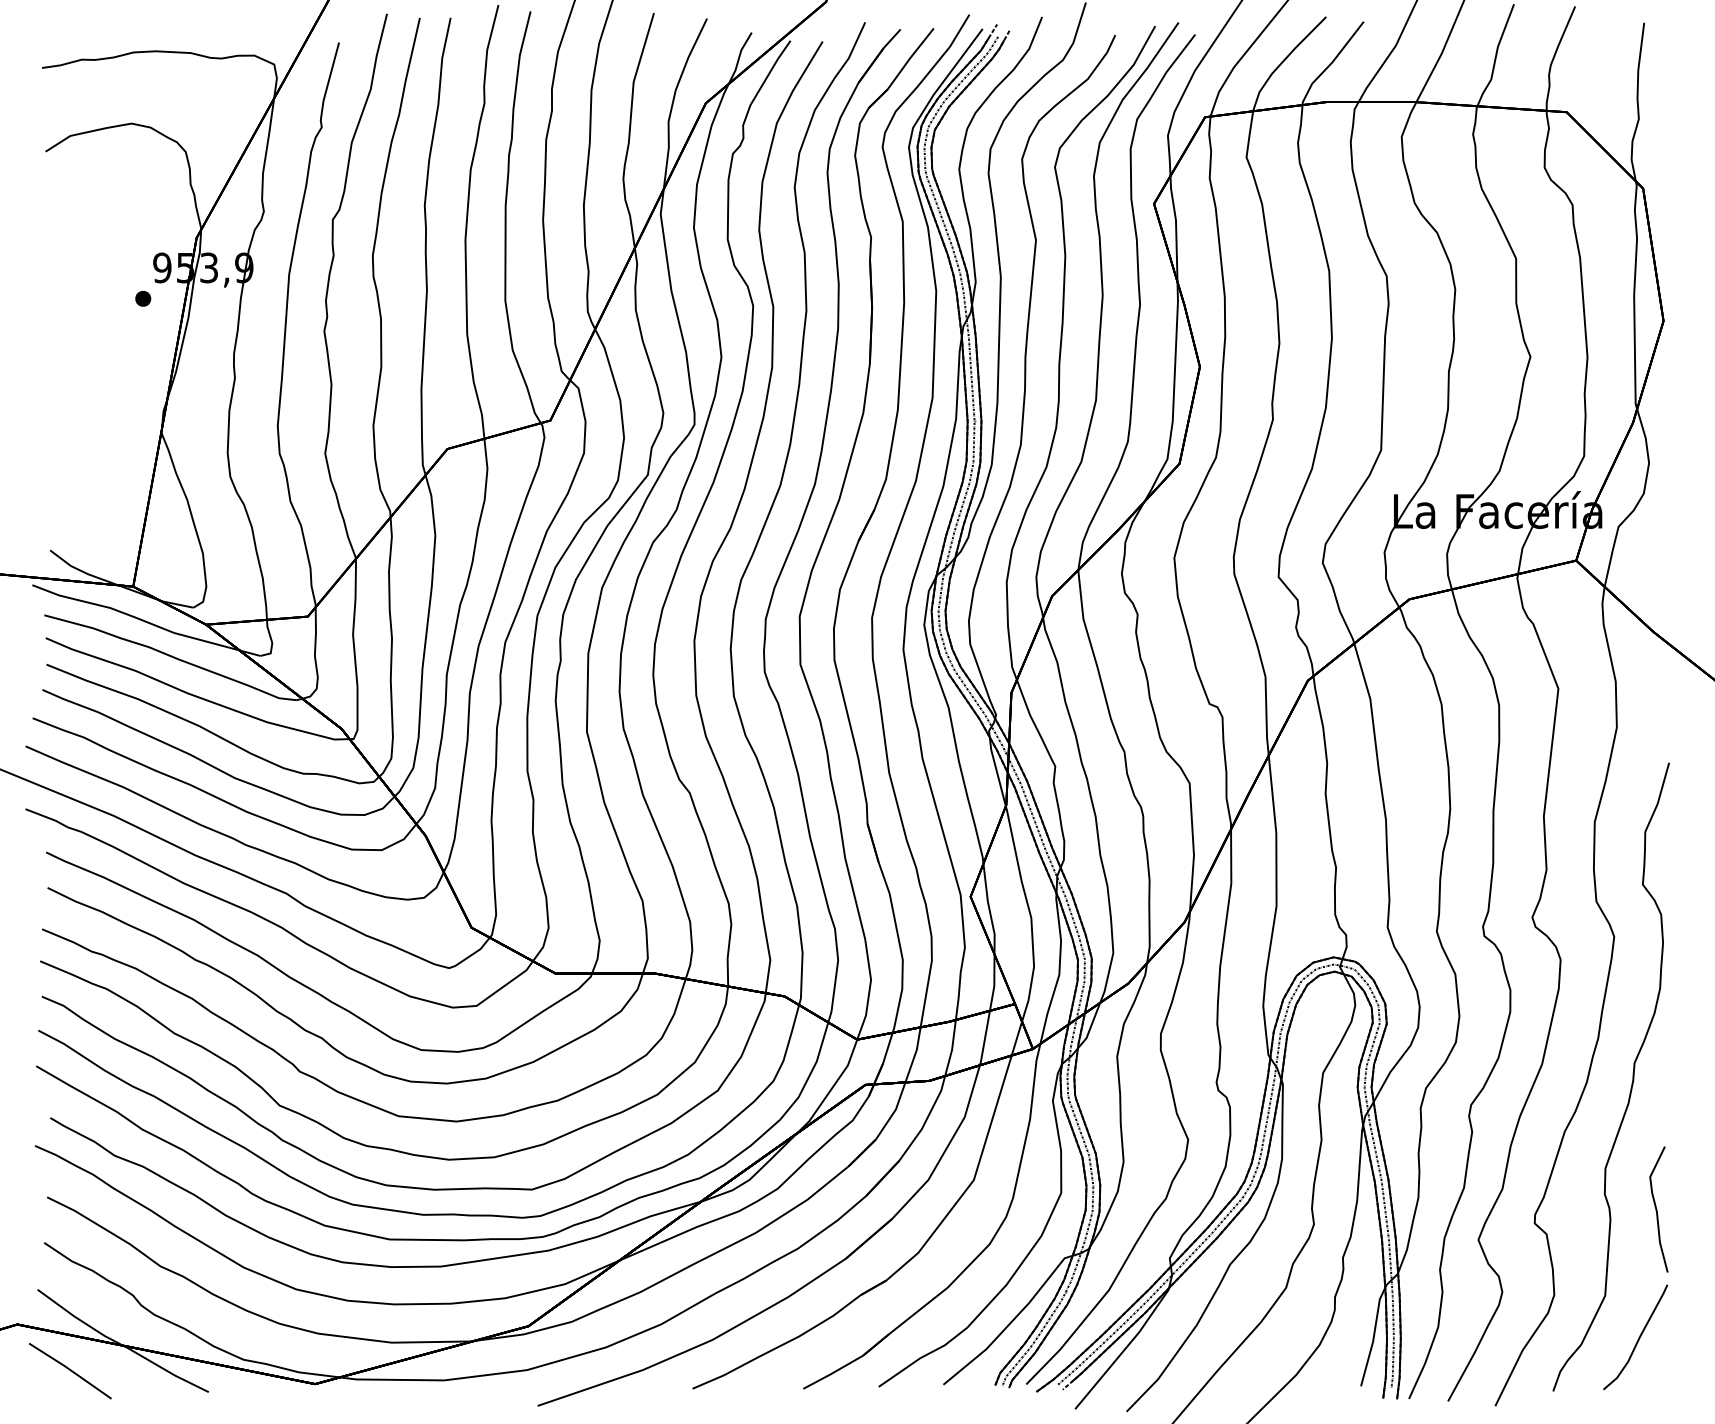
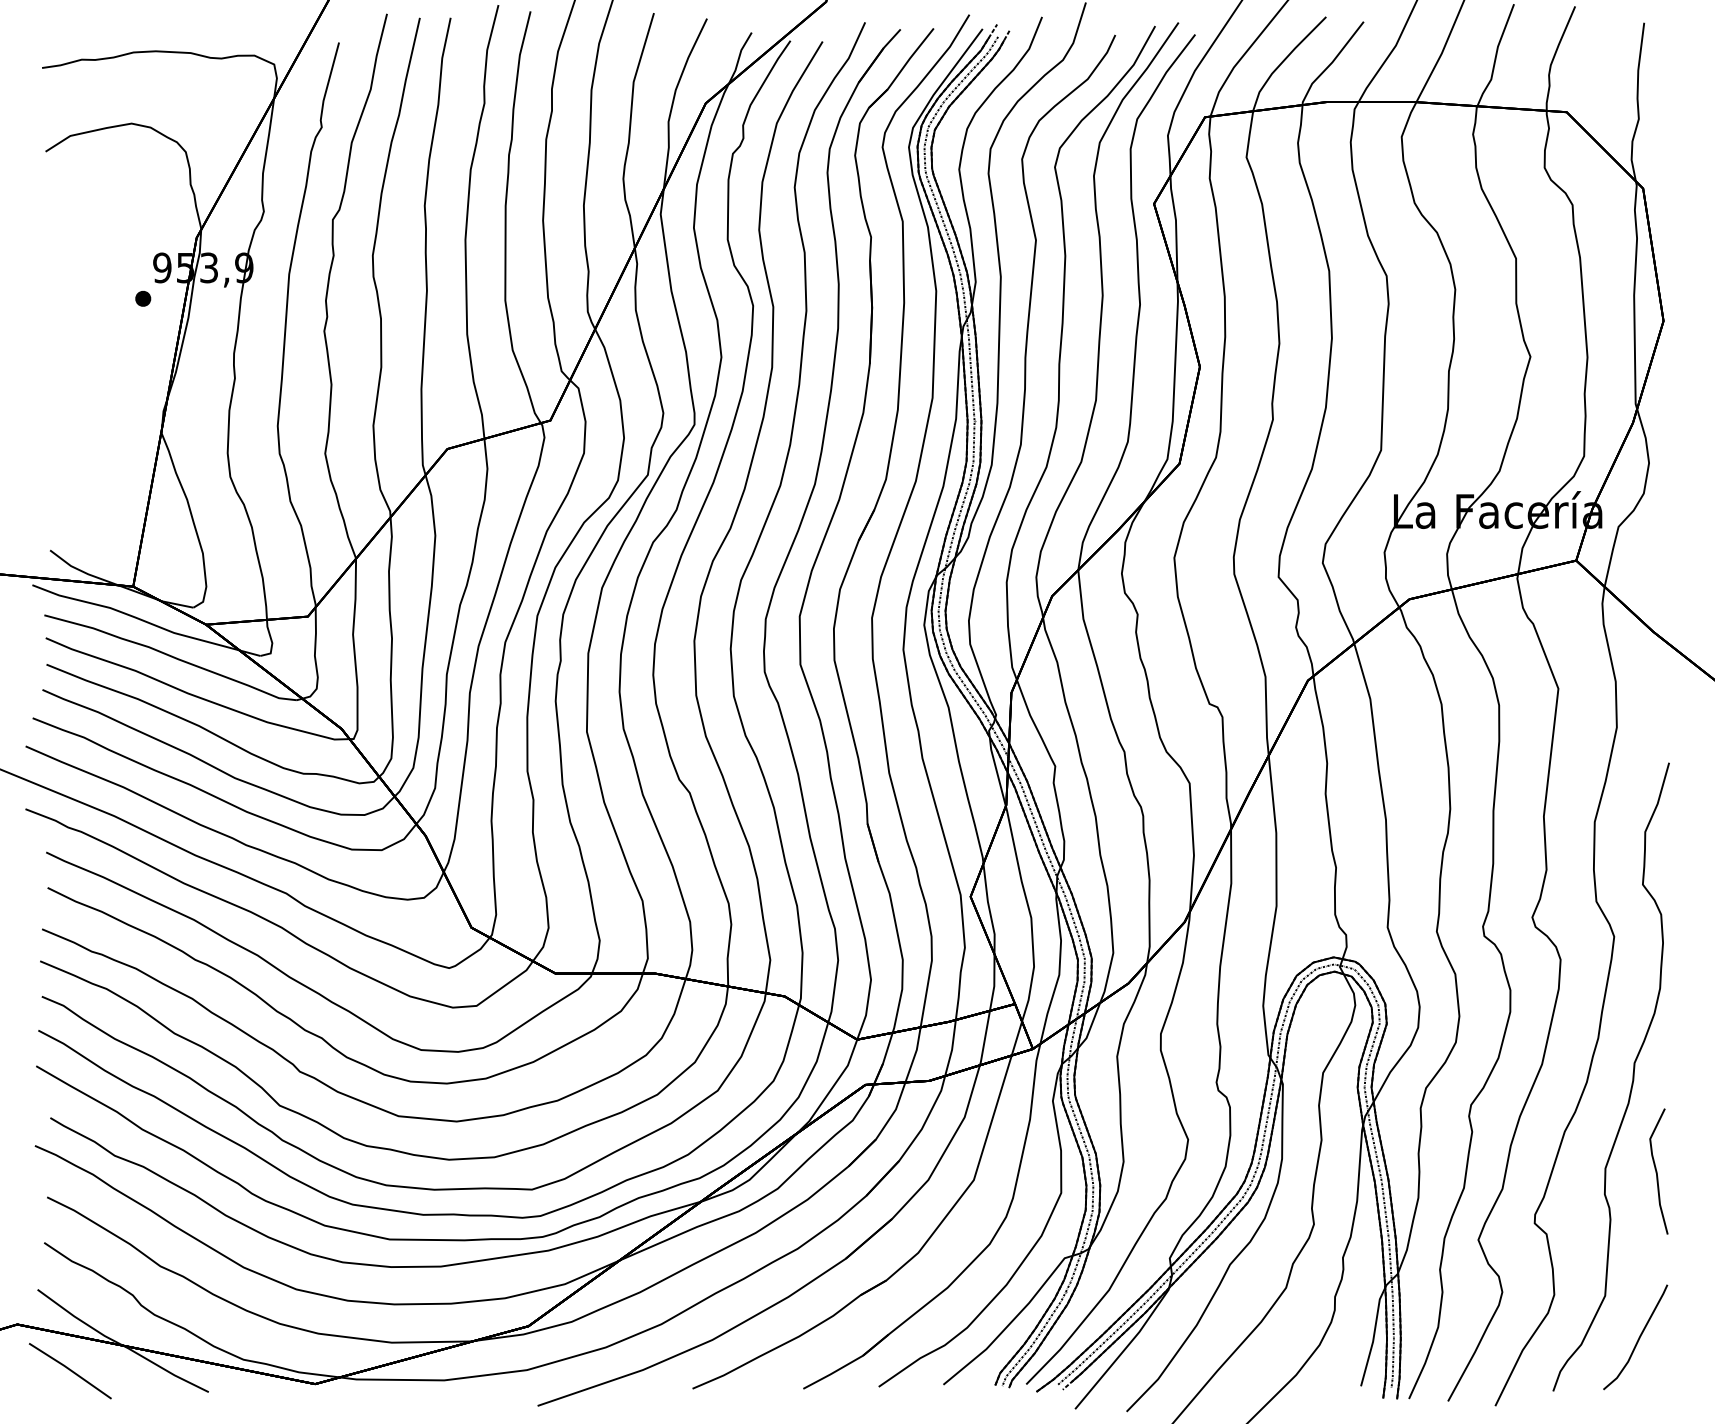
curve at (1657, 1209) position: (1657, 1209) -> (1657, 1171)
